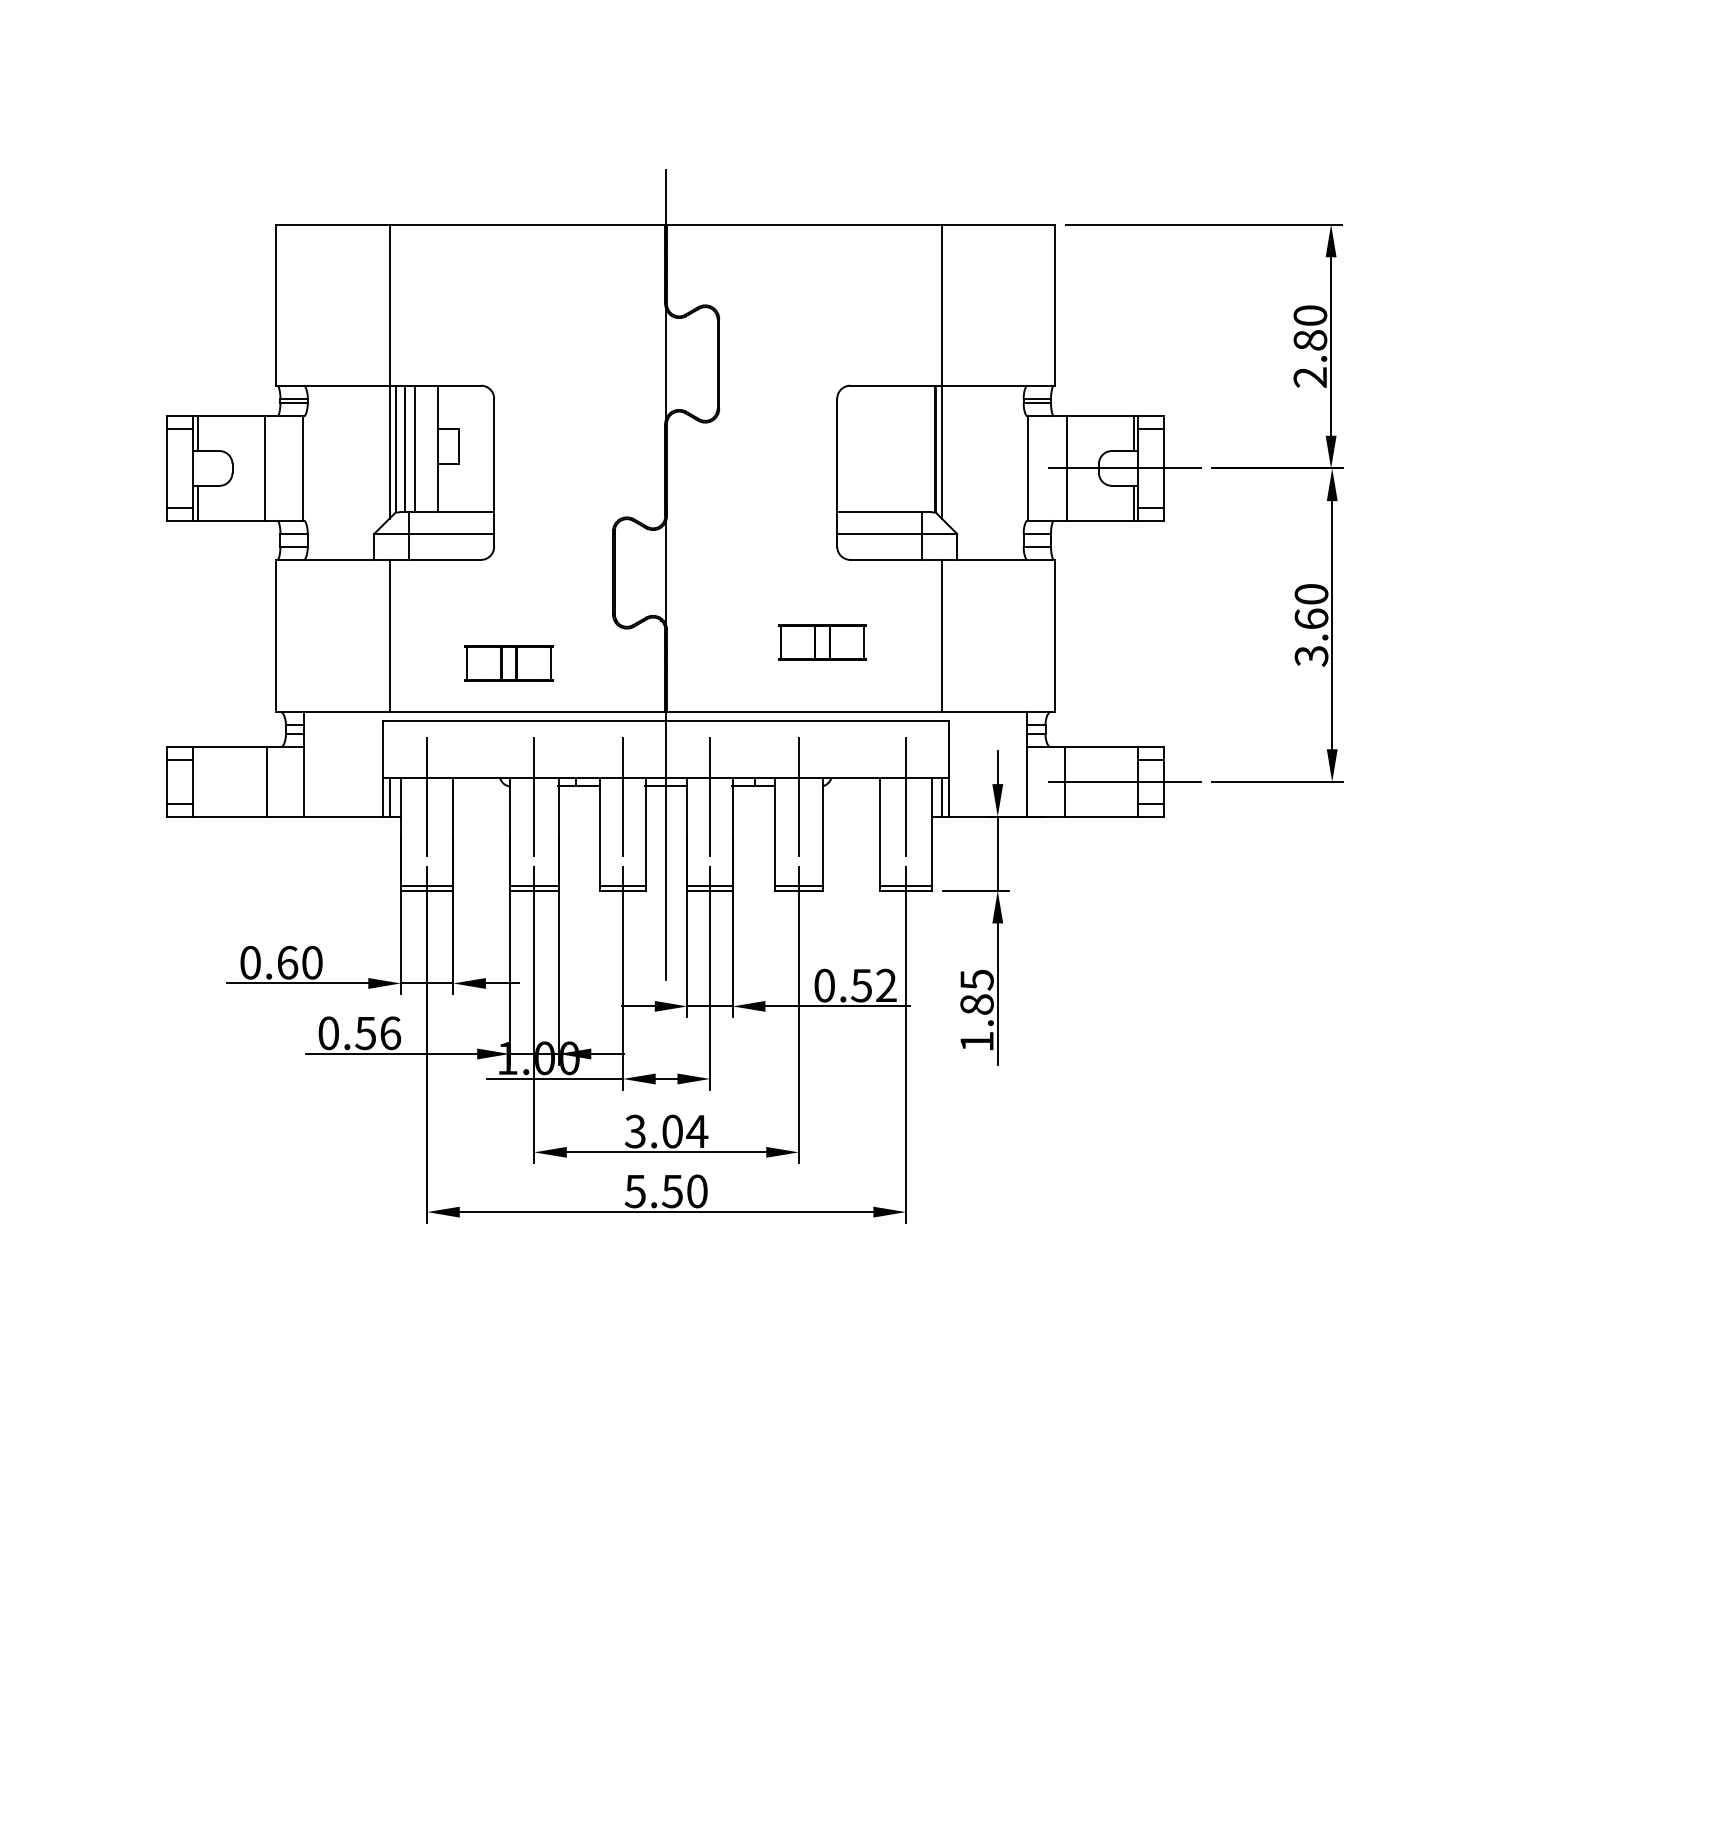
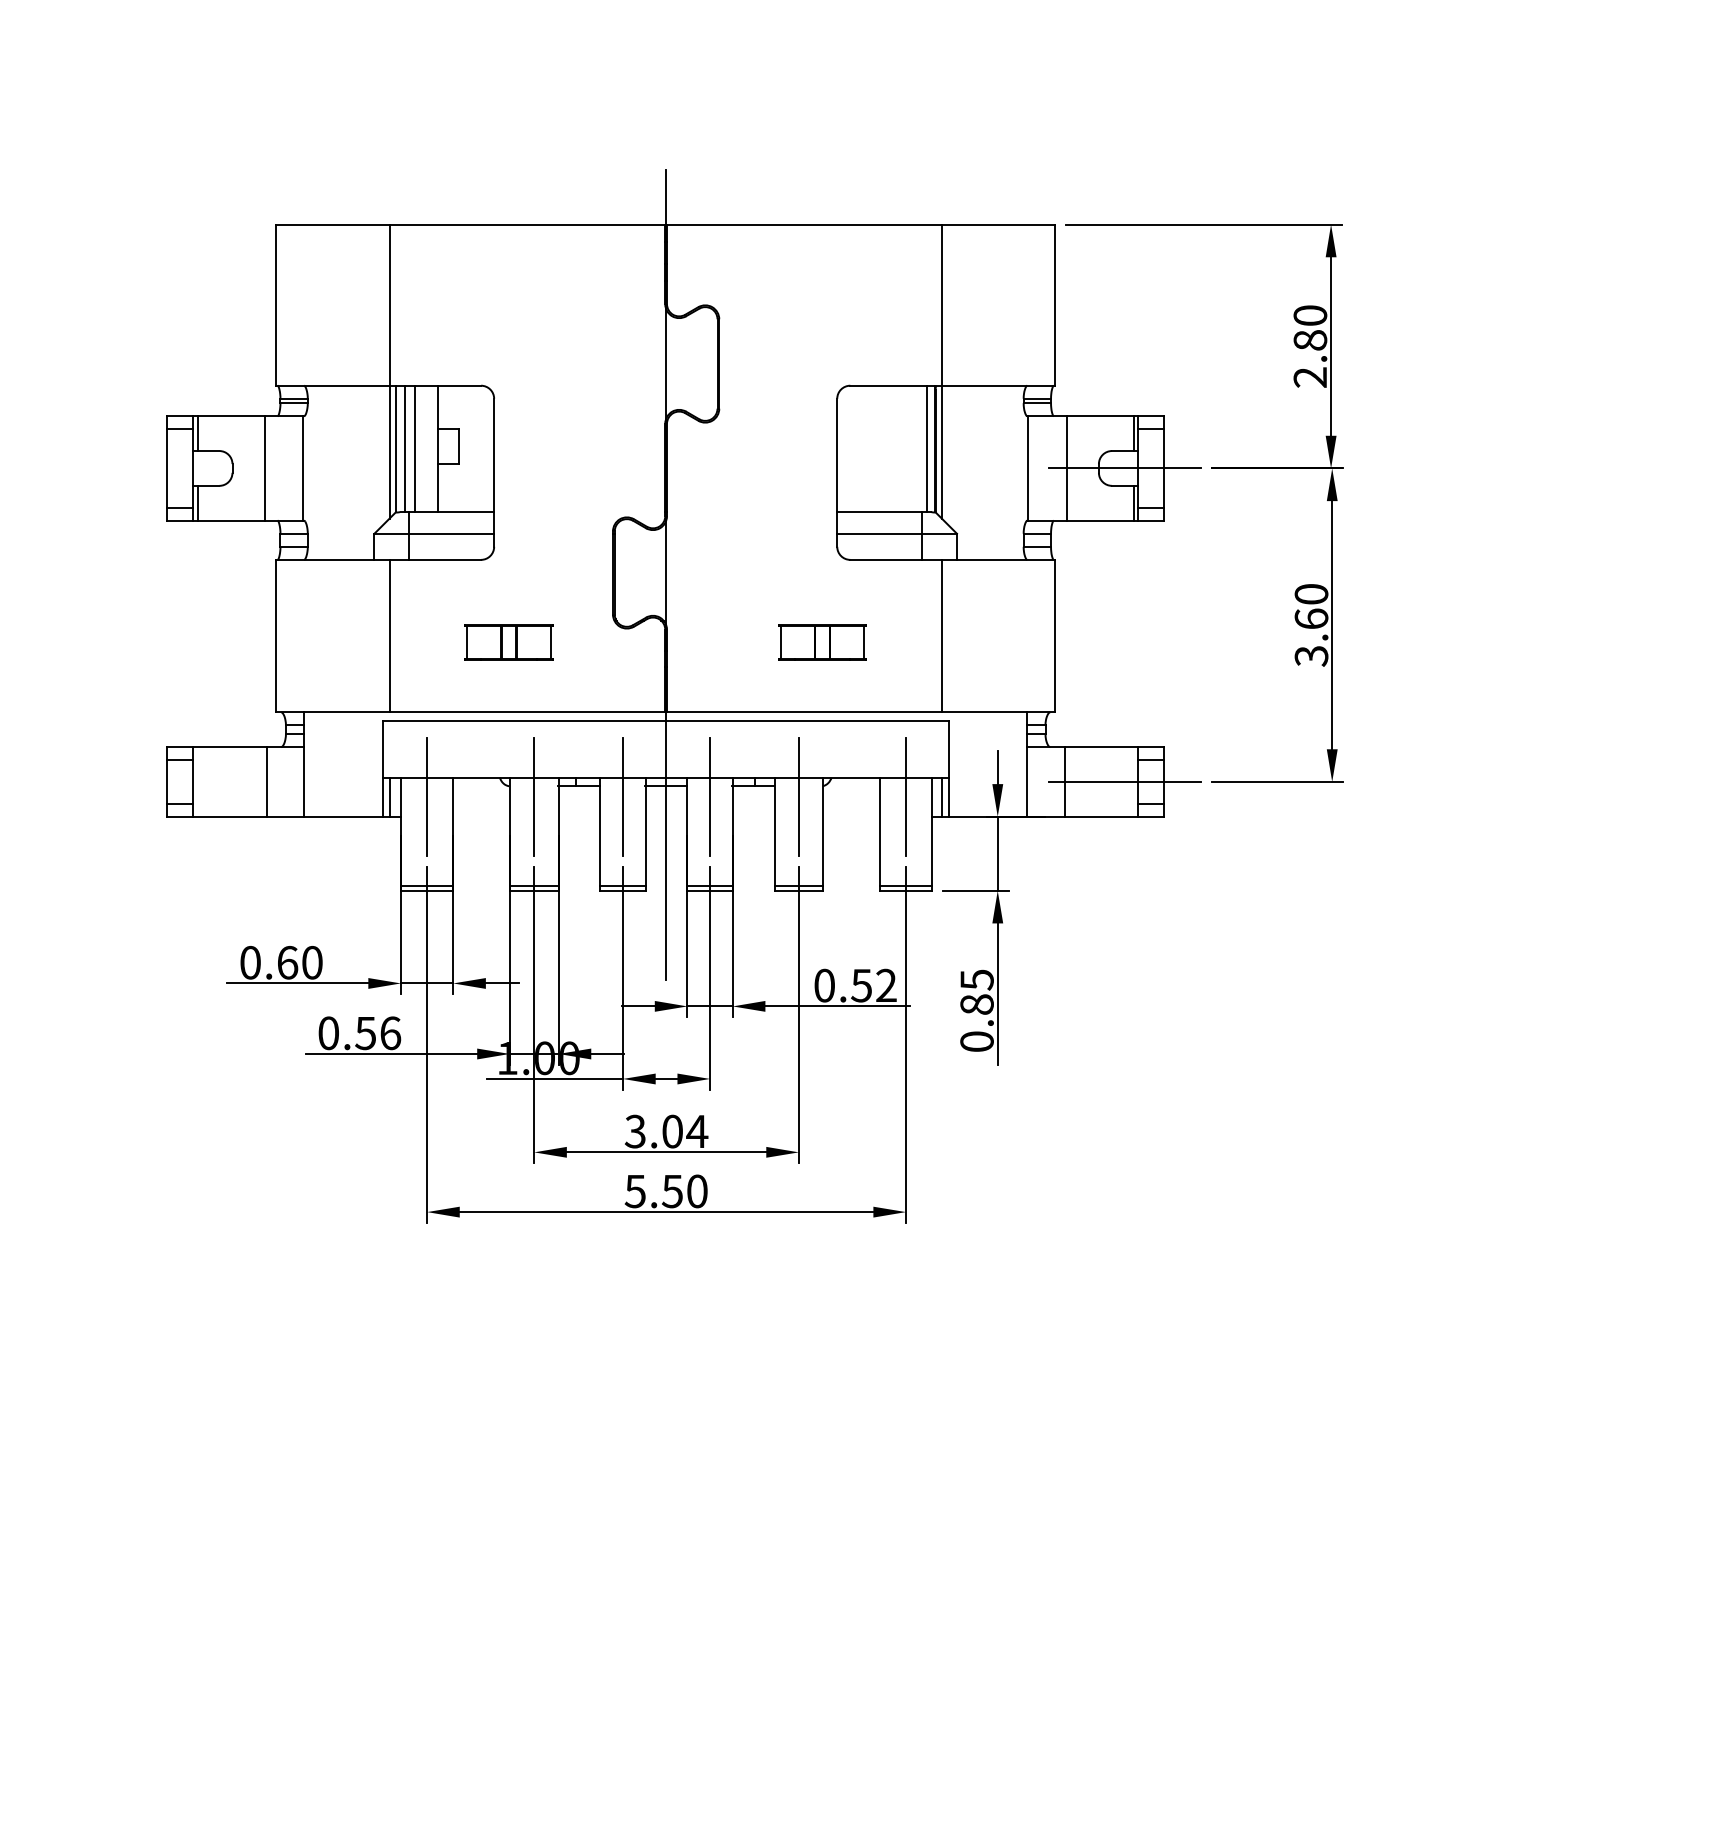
line at (926, 448): none -> present
part at (508, 663) position: (508, 663) -> (508, 642)
text at (976, 1041): 1.85 -> 0.85
